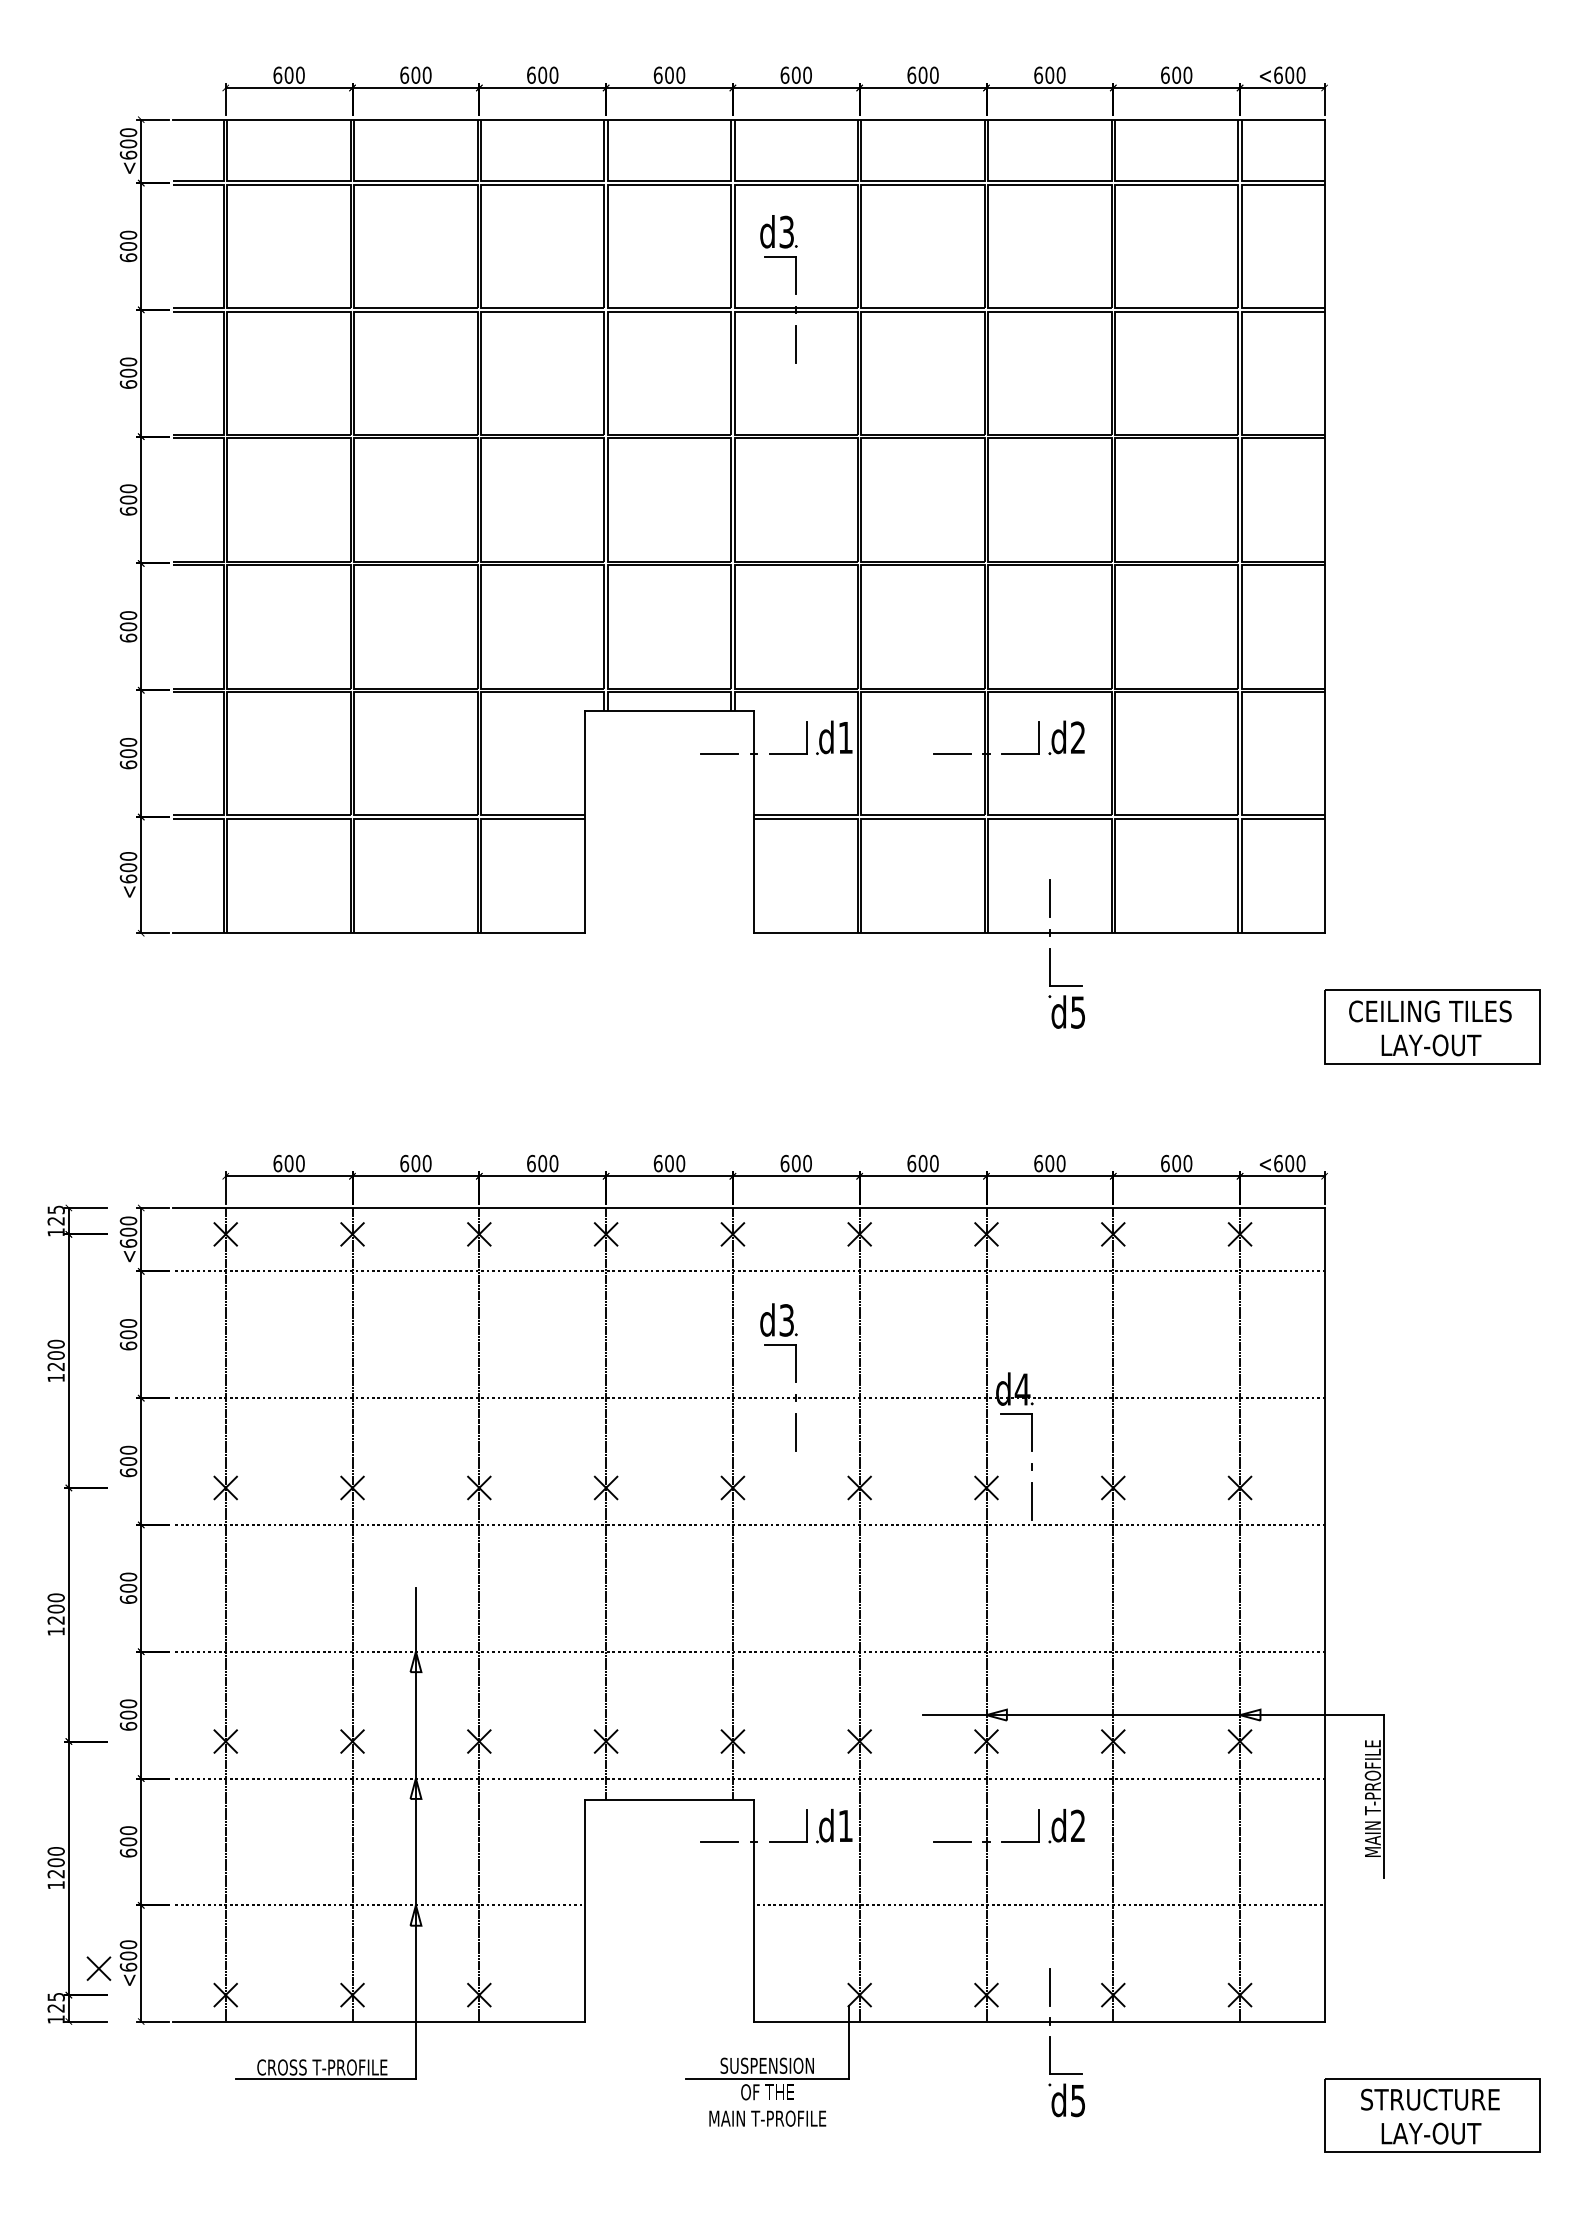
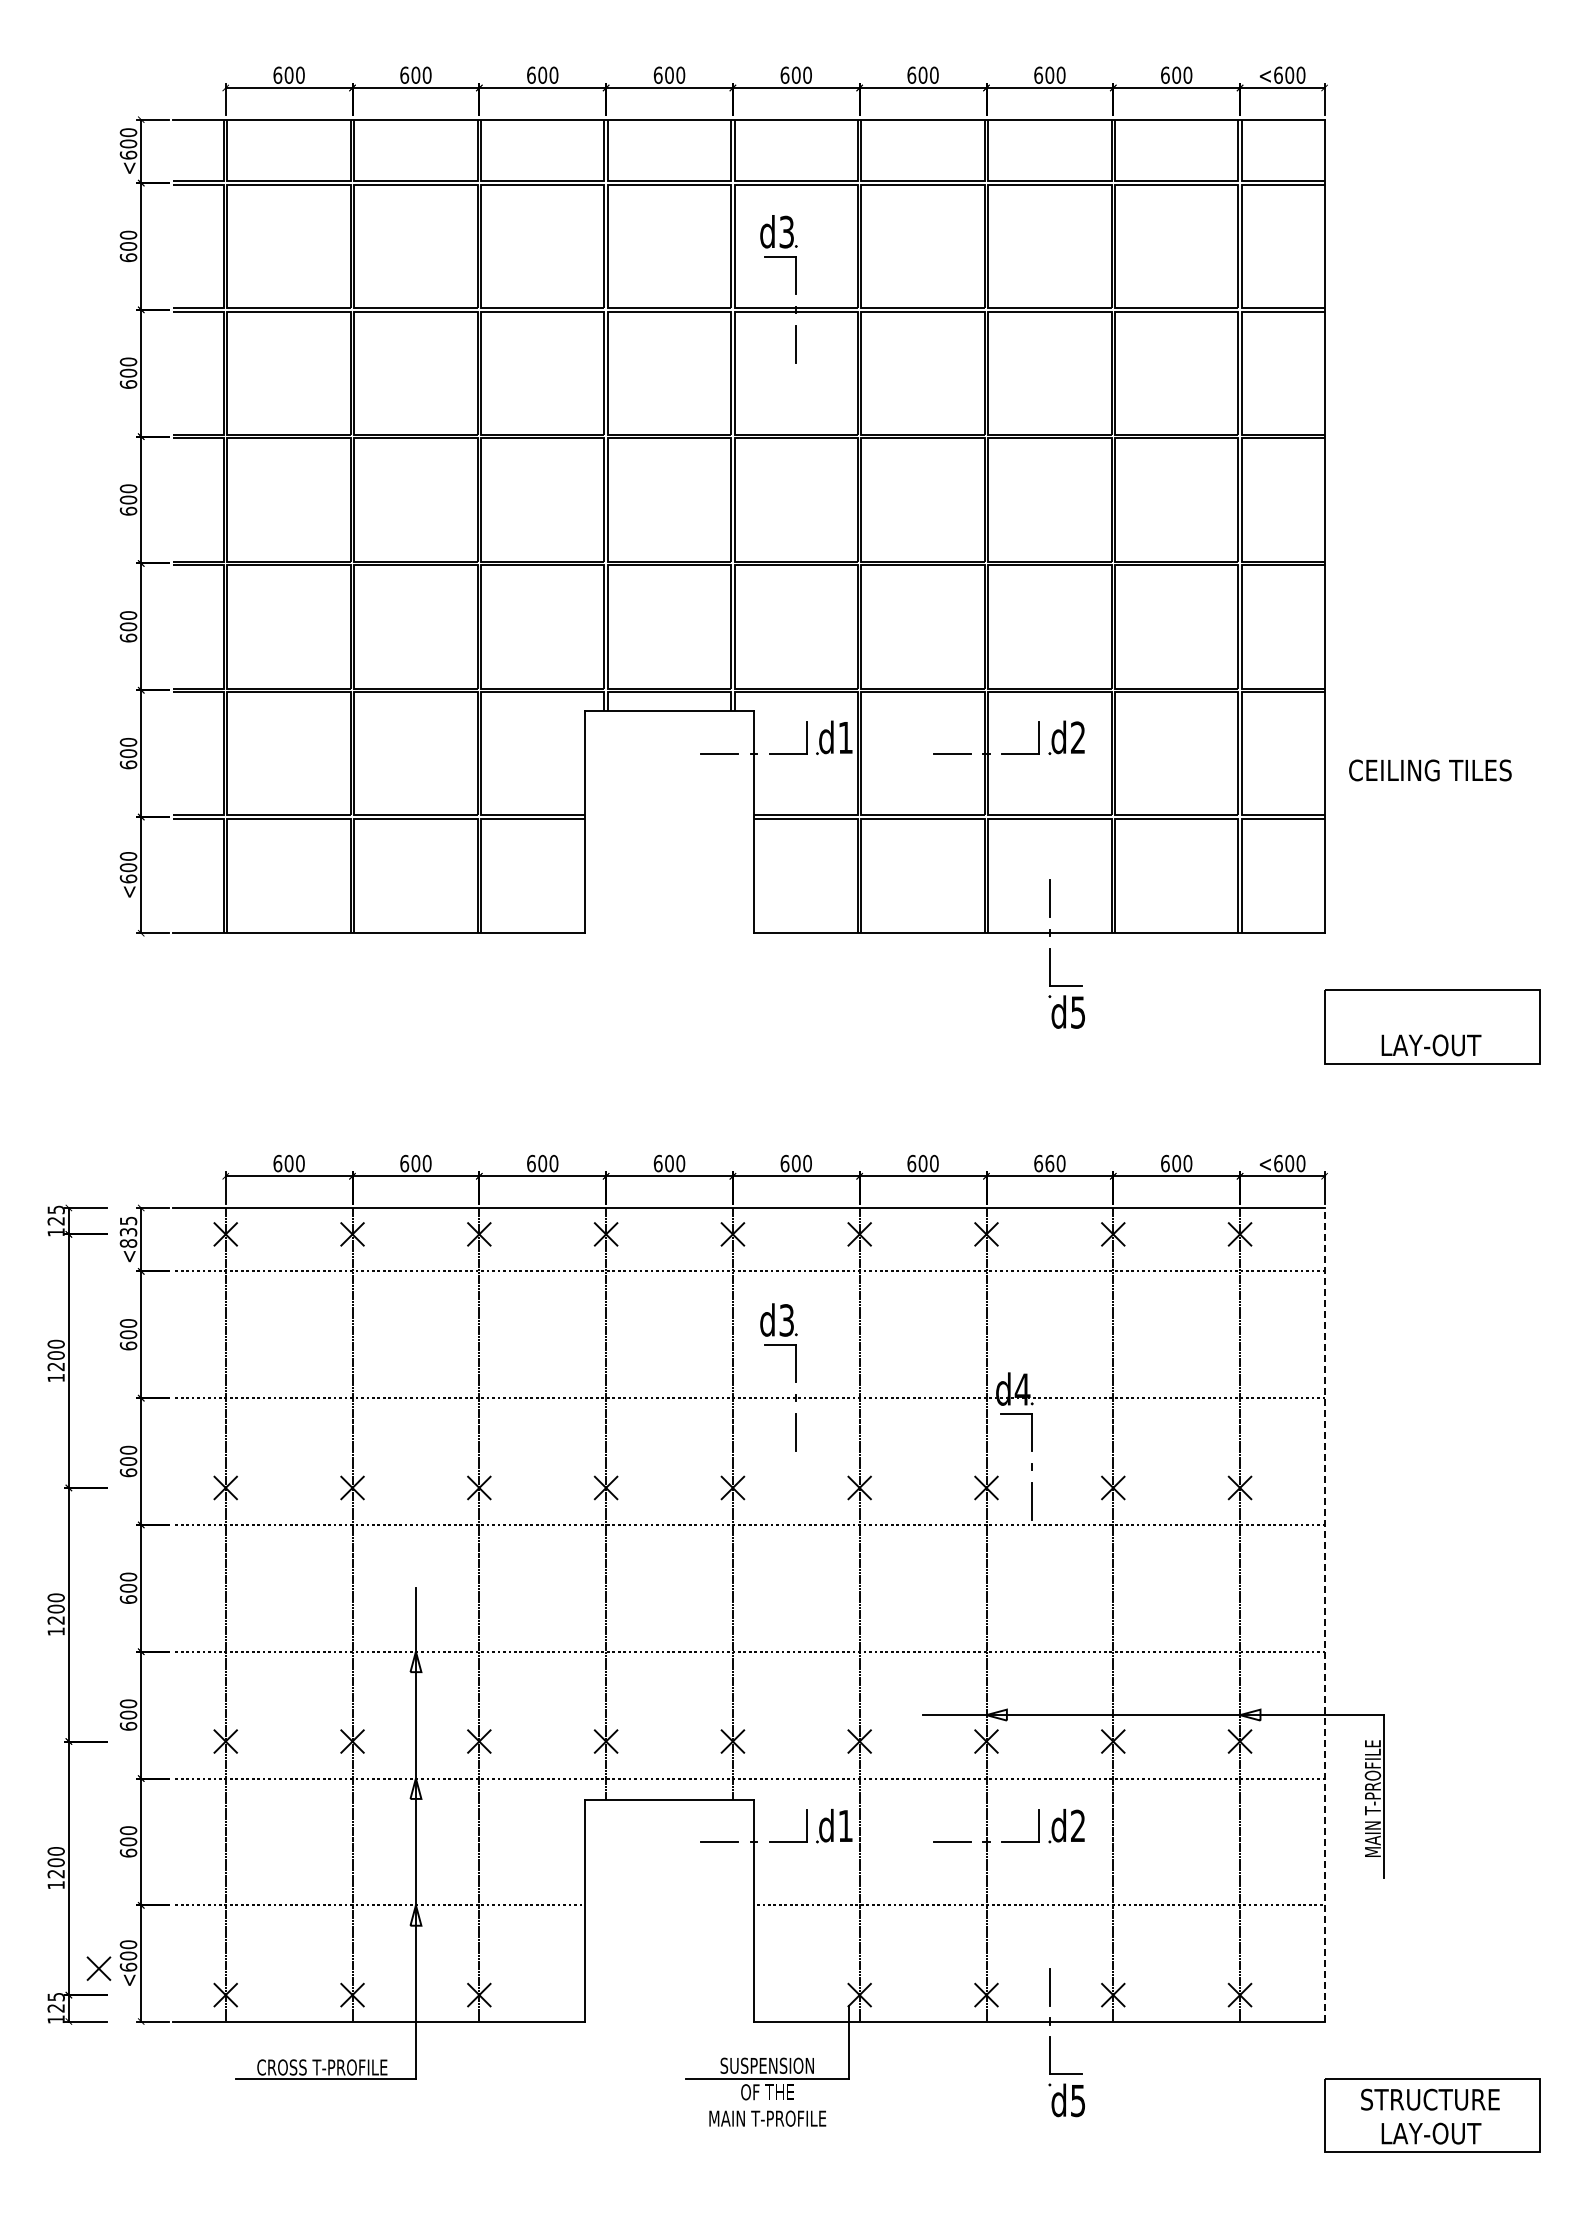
text at (1430, 1011) position: (1430, 1011) -> (1430, 770)
text at (1049, 1162): 600 -> 660
text at (128, 1231): <600 -> <835
line at (1324, 1614): solid -> dashed
